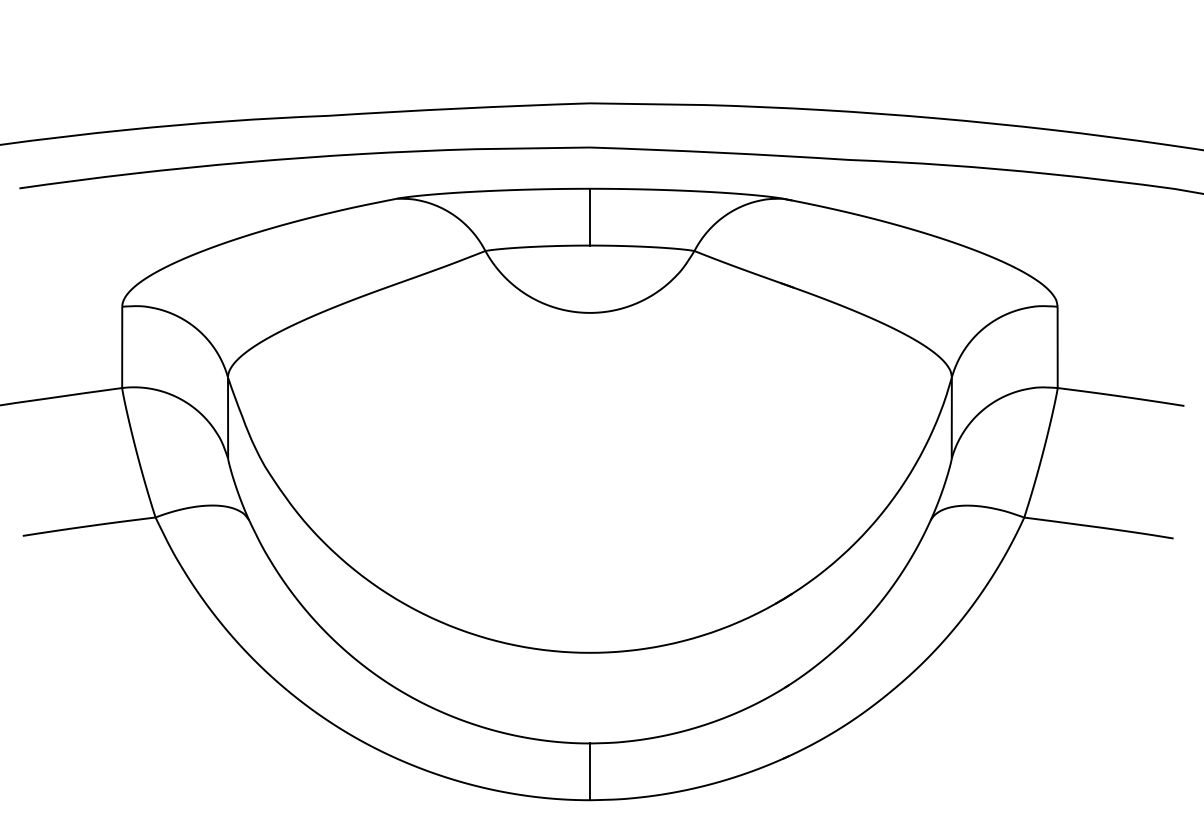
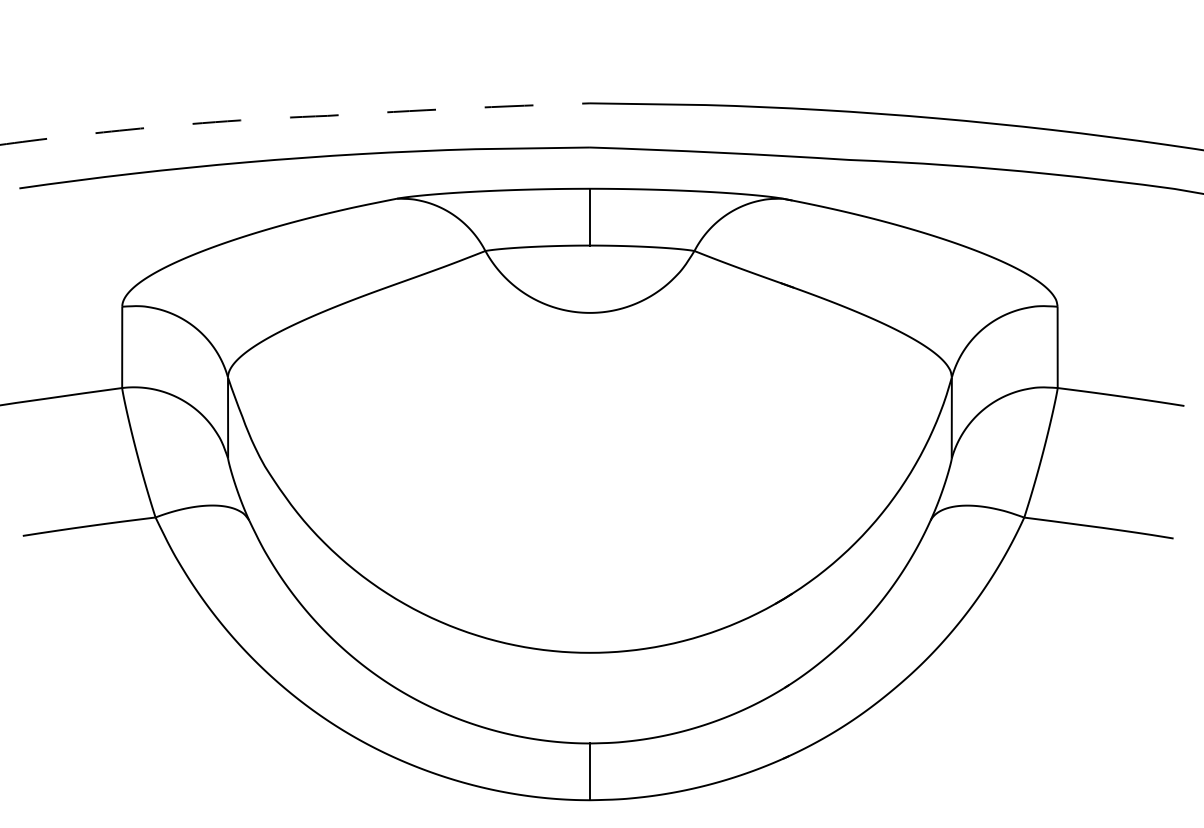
line at (292, 117): solid -> dashed
